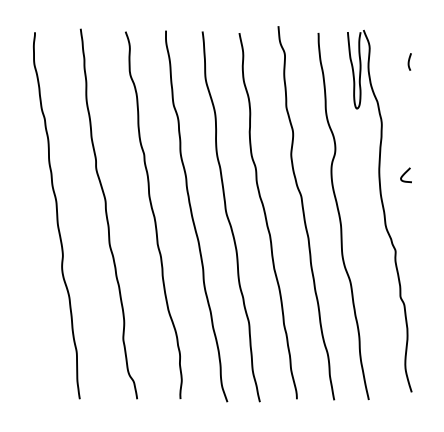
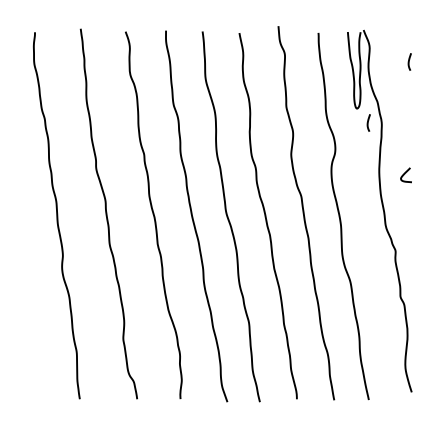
curve at (368, 122): none -> present
